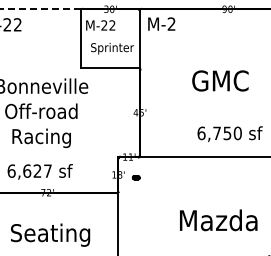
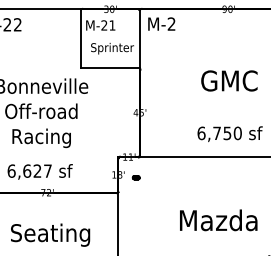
line at (40, 9): dashed -> solid
text at (112, 25): M-22 -> M-21
text at (220, 80) position: (220, 80) -> (229, 80)
